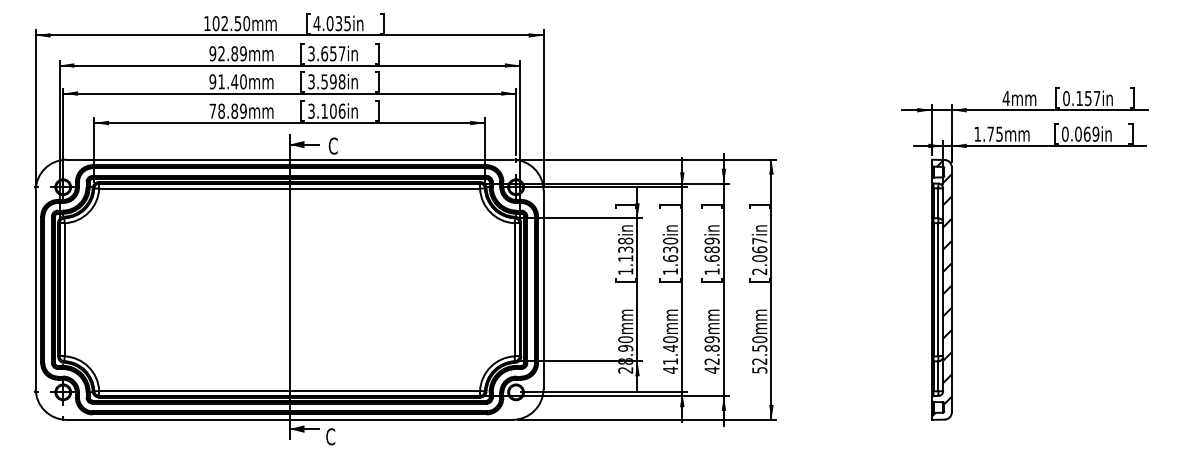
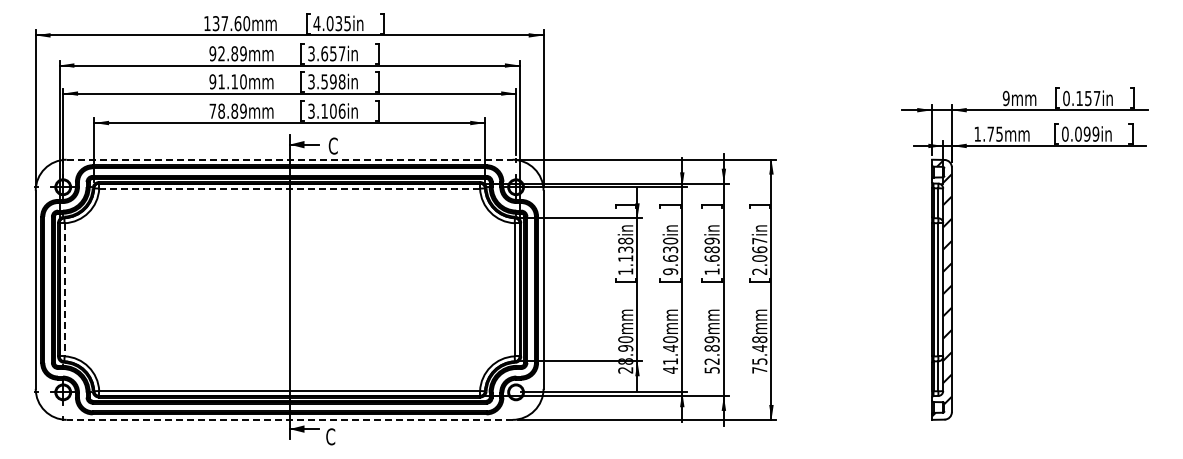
text at (226, 23): 102.50mm -> 137.60mm
text at (234, 81): 91.40mm -> 91.10mm
text at (1005, 98): 4mm -> 9mm
text at (1086, 133): 0.069in -> 0.099in
line at (289, 159): solid -> dashed
line at (289, 188): solid -> dashed
text at (670, 271): 1.630in -> 9.630in
line at (64, 289): solid -> dashed
text at (759, 354): 52.50mm -> 75.48mm
text at (711, 369): 42.89mm -> 52.89mm
line at (289, 419): solid -> dashed
